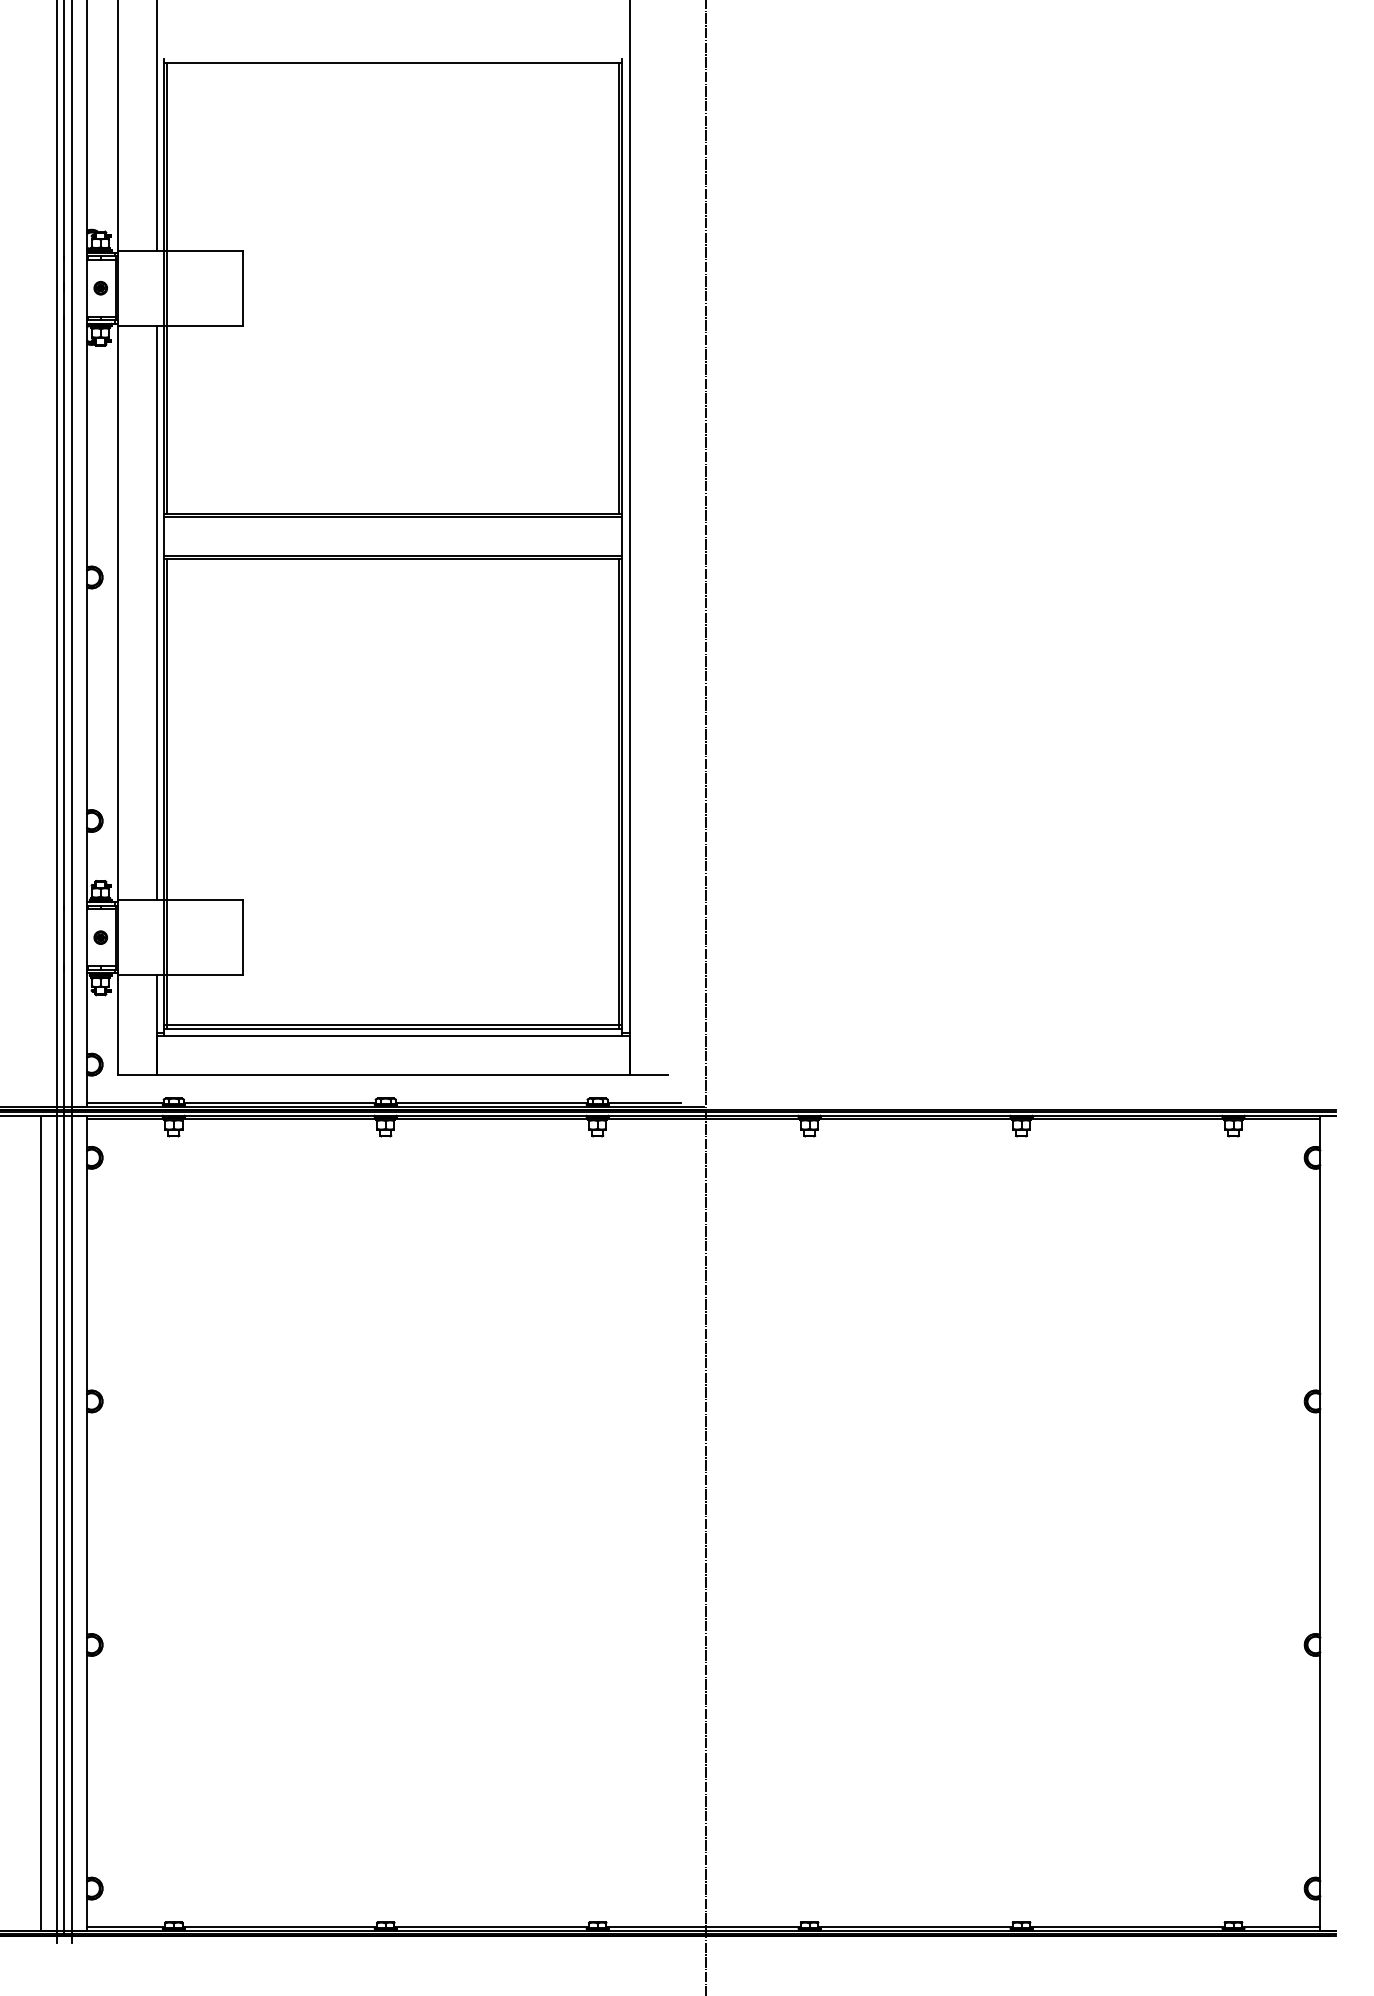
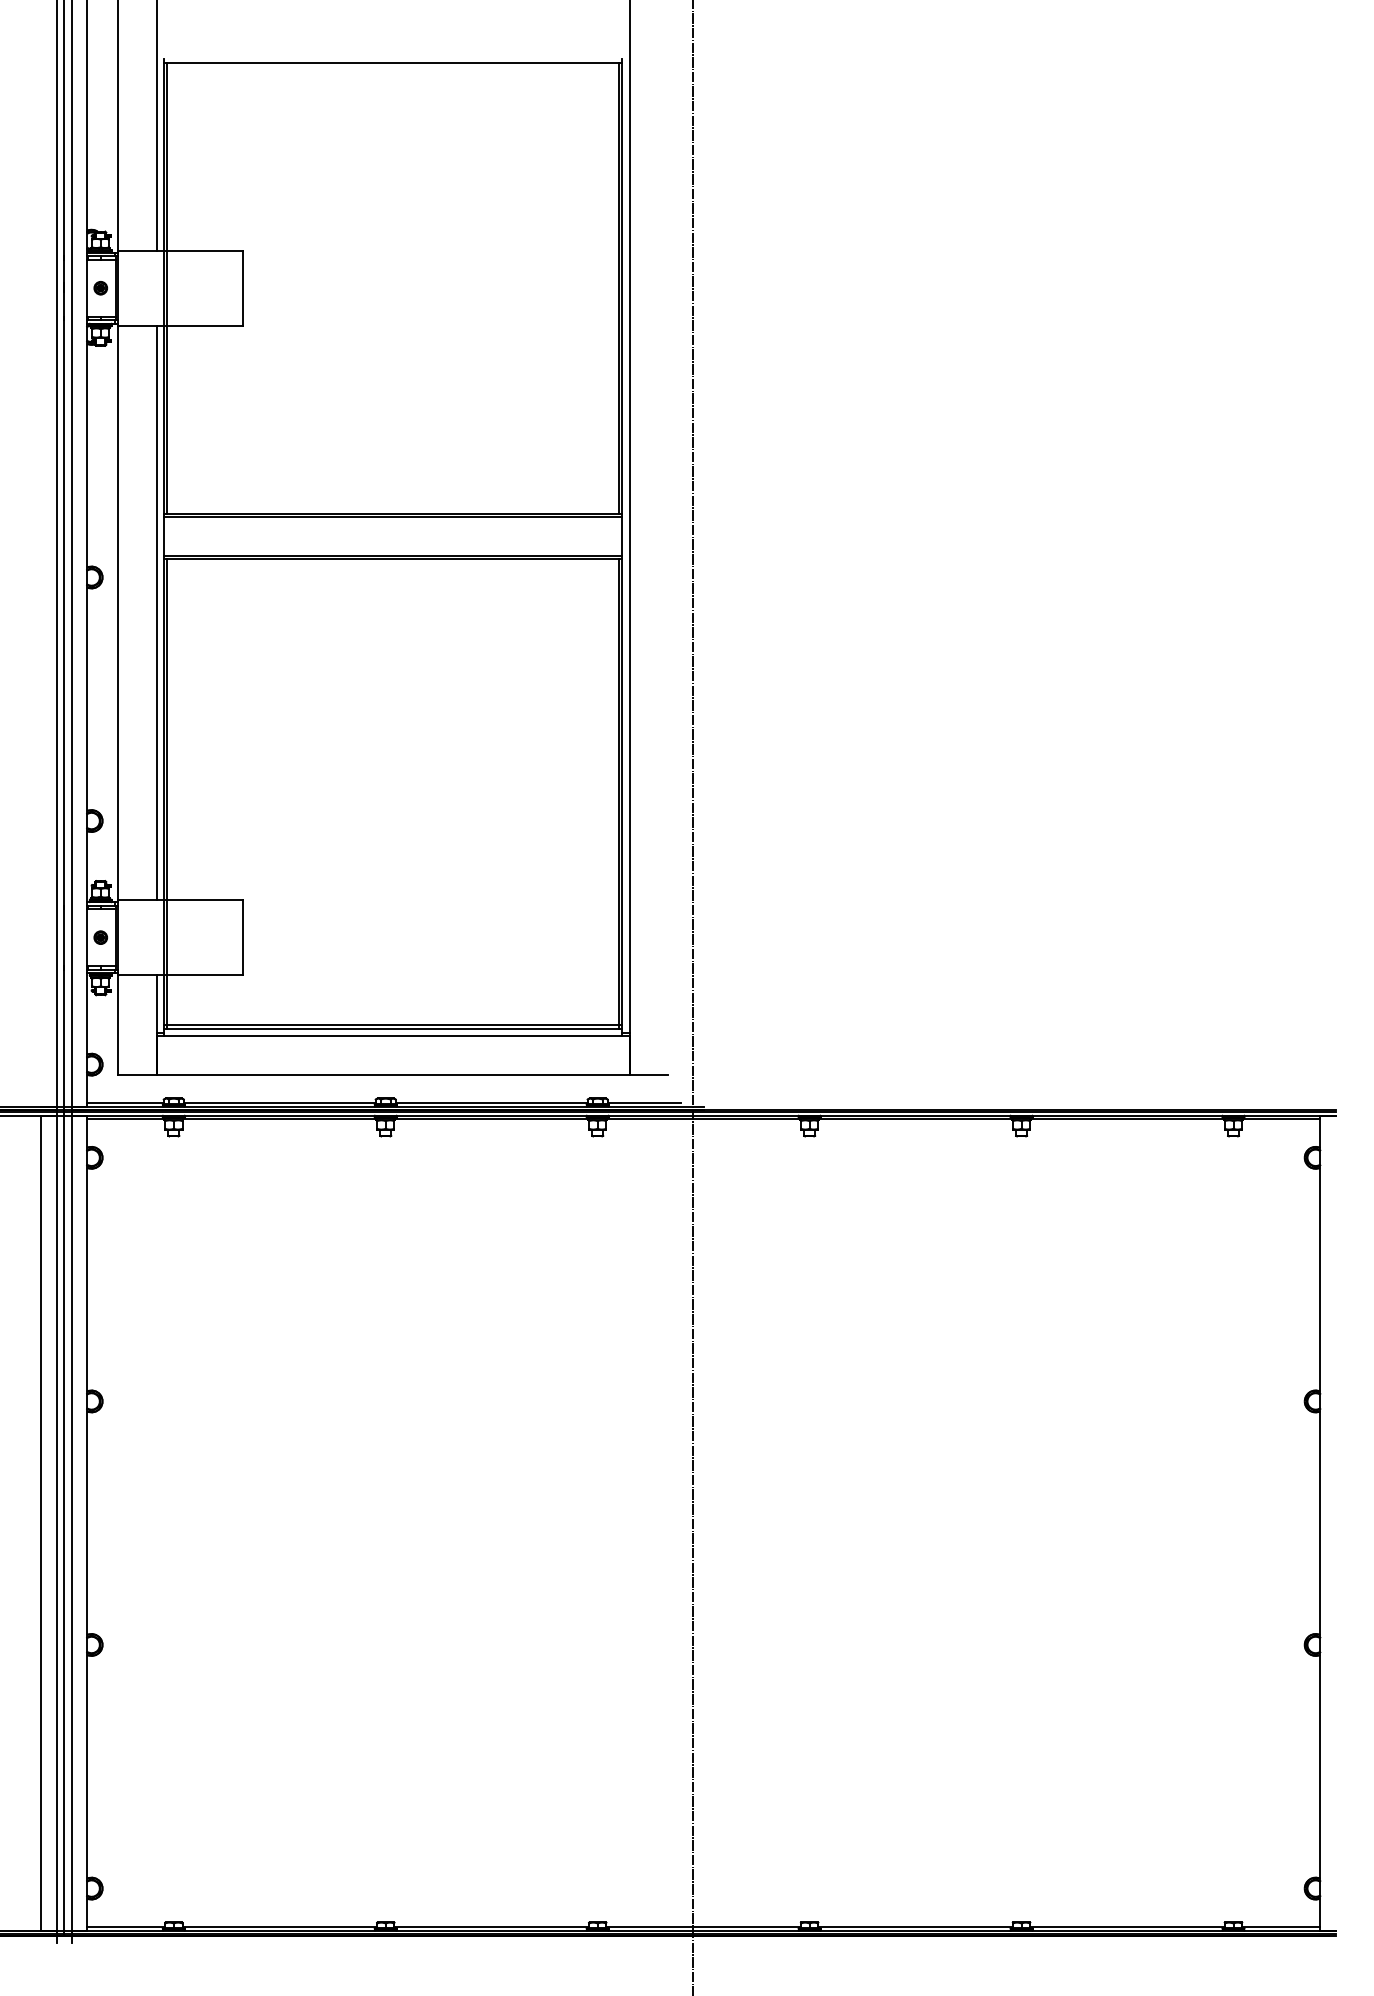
line at (706, 997) position: (706, 997) -> (693, 997)
